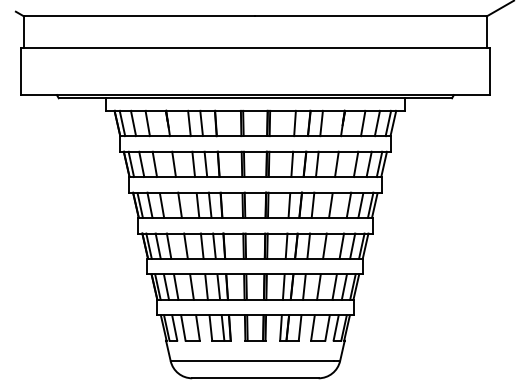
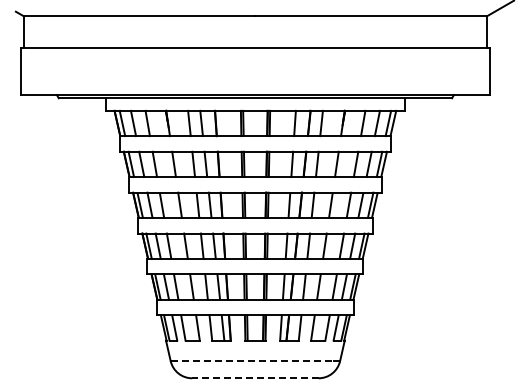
line at (252, 361): solid -> dashed
line at (254, 378): solid -> dashed
